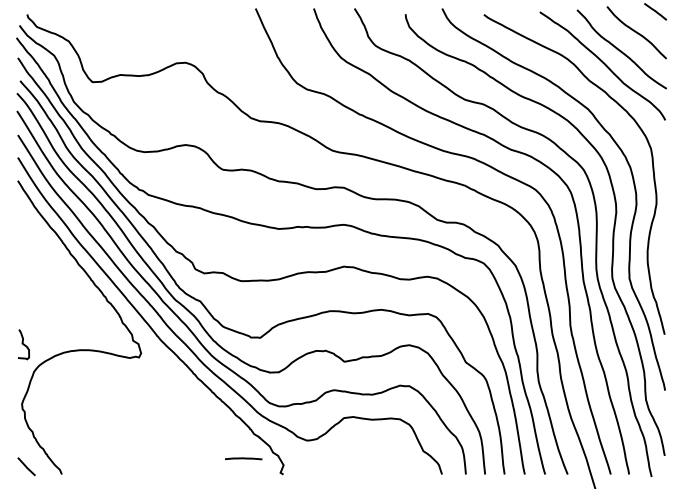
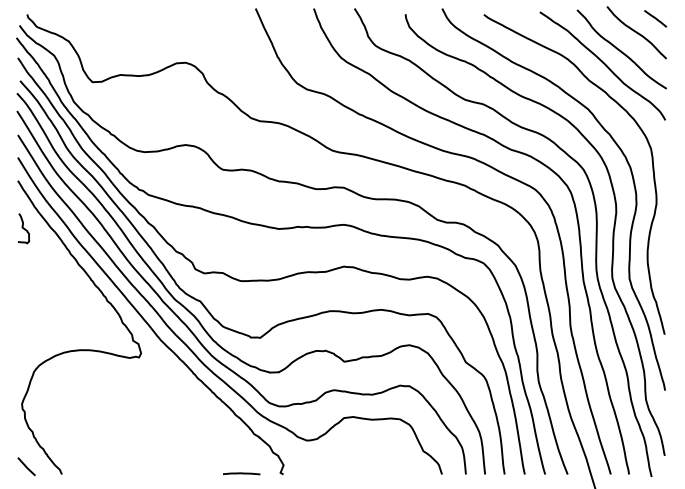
line at (655, 11) position: (655, 11) -> (655, 18)
curve at (23, 344) position: (23, 344) -> (23, 228)
line at (243, 458) position: (243, 458) -> (241, 473)
